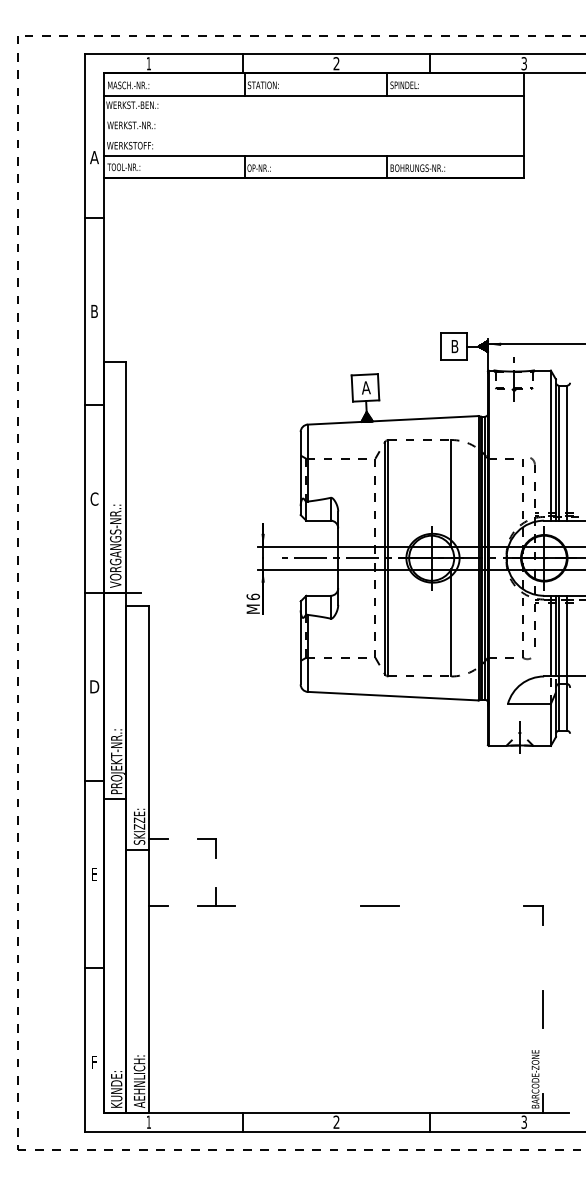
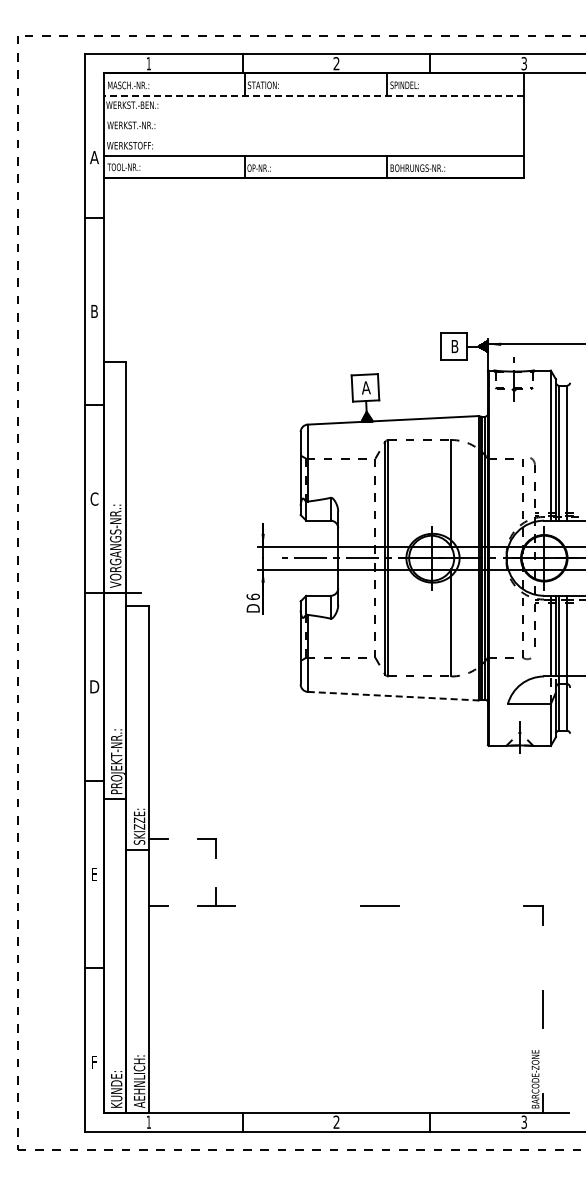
line at (313, 95): solid -> dashed
text at (252, 608): M -> D
line at (393, 696): solid -> dashed
